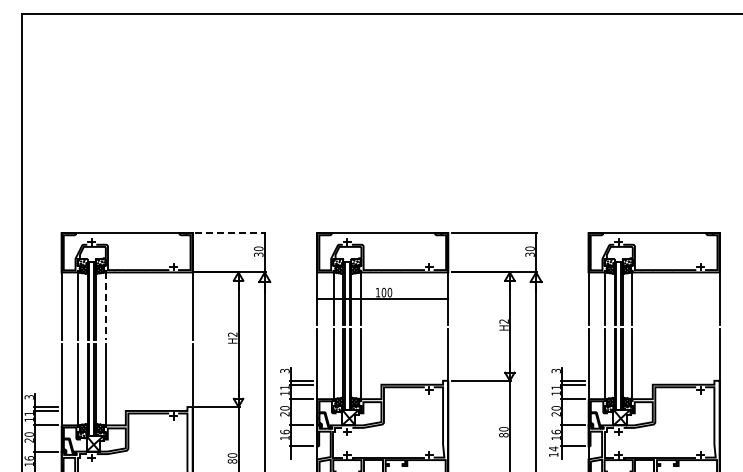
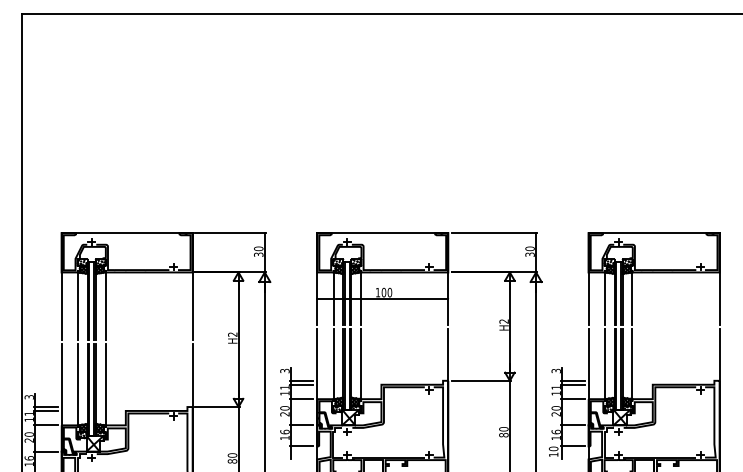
line at (231, 233): dashed -> solid
line at (105, 305): dashed -> solid
text at (553, 448): 14 -> 10
